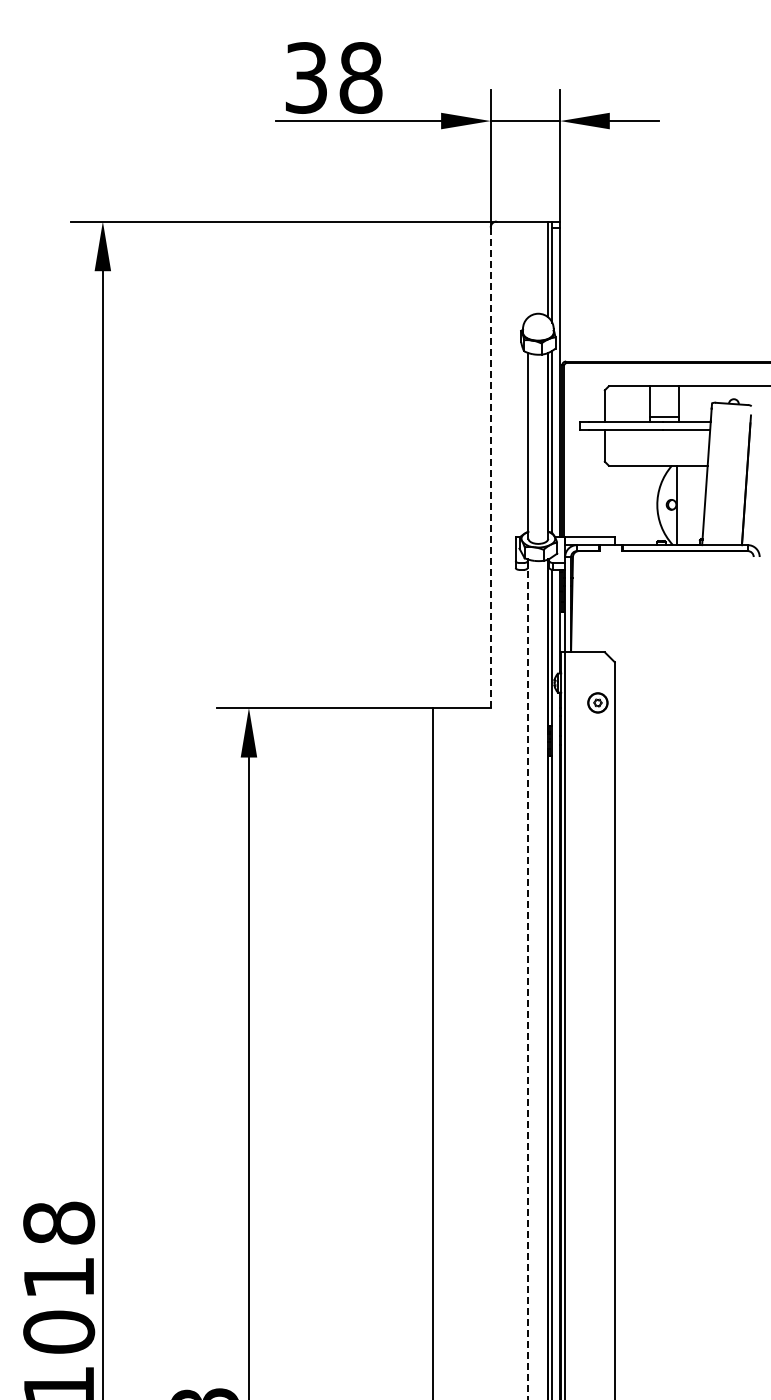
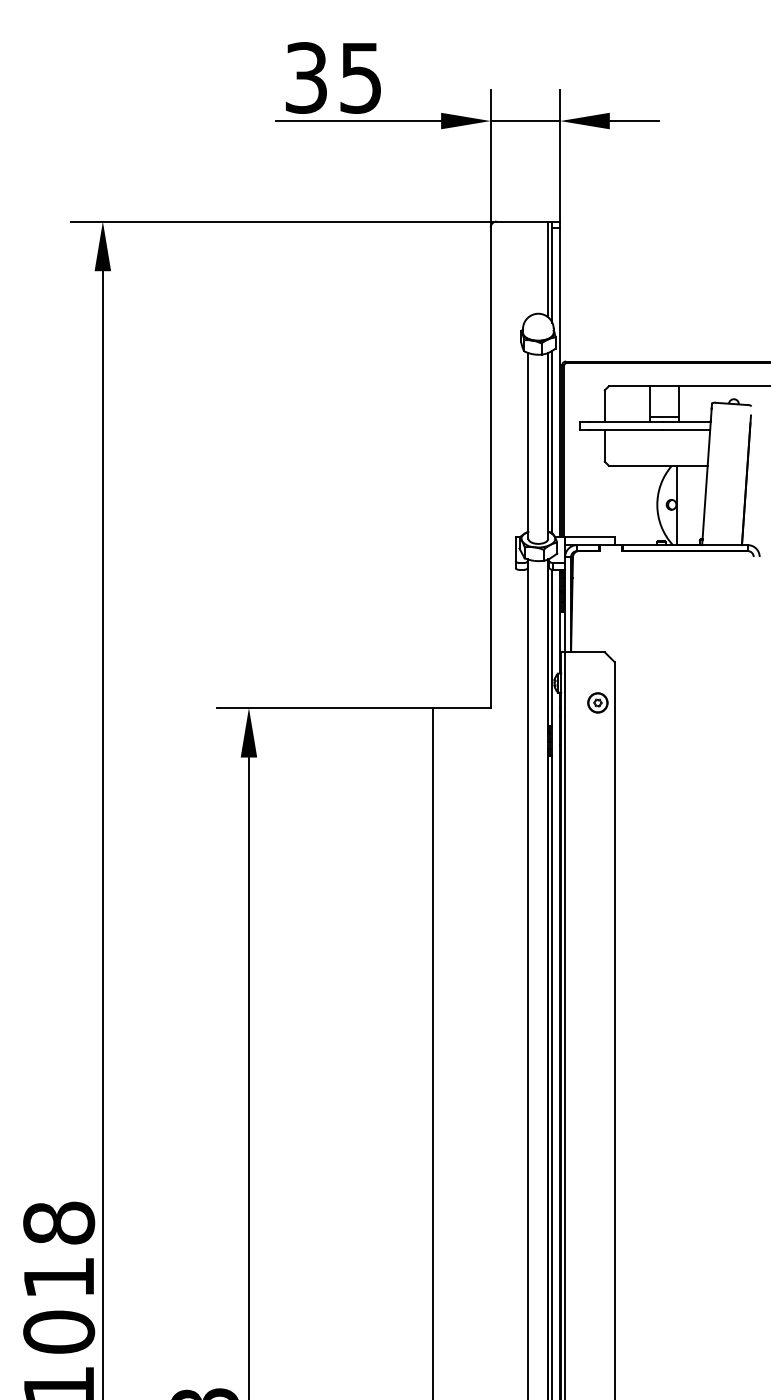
text at (360, 77): 38 -> 35
line at (490, 468): dashed -> solid
line at (528, 979): dashed -> solid
